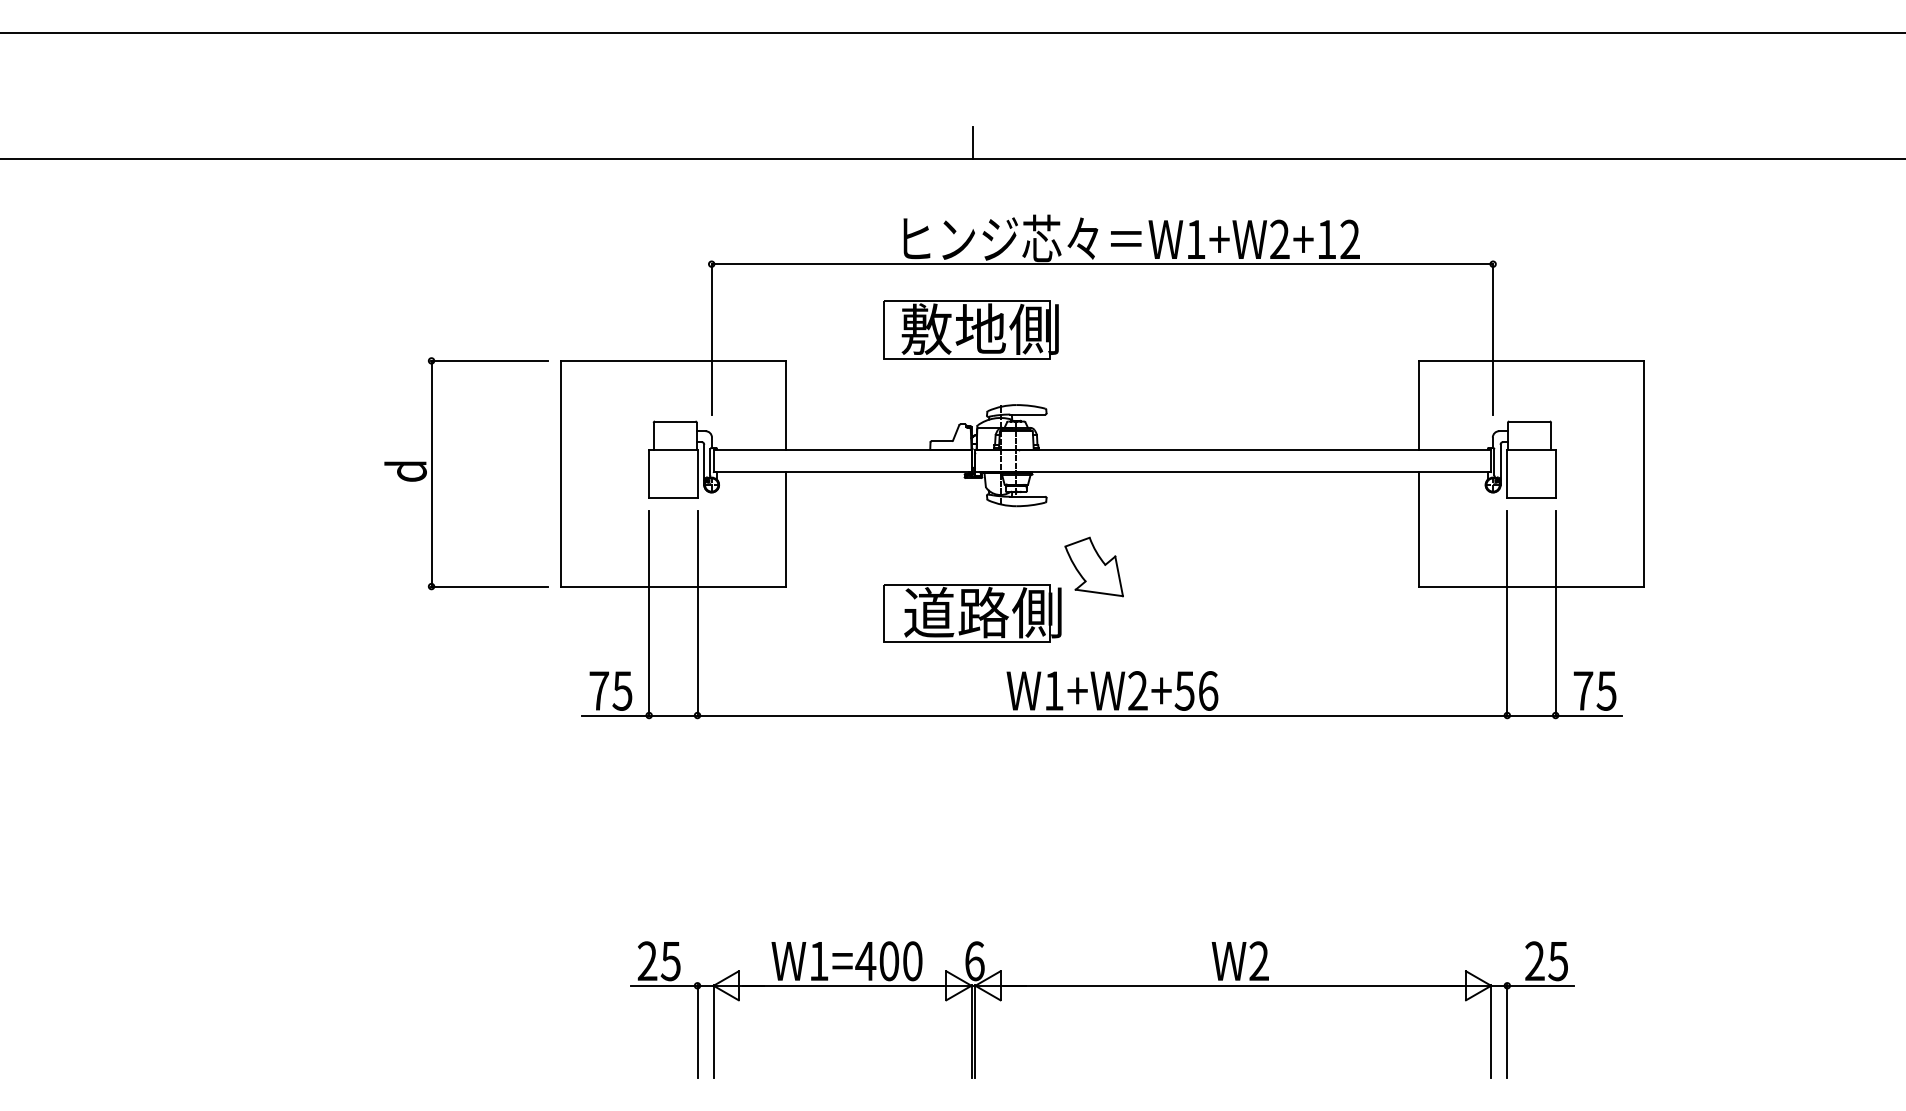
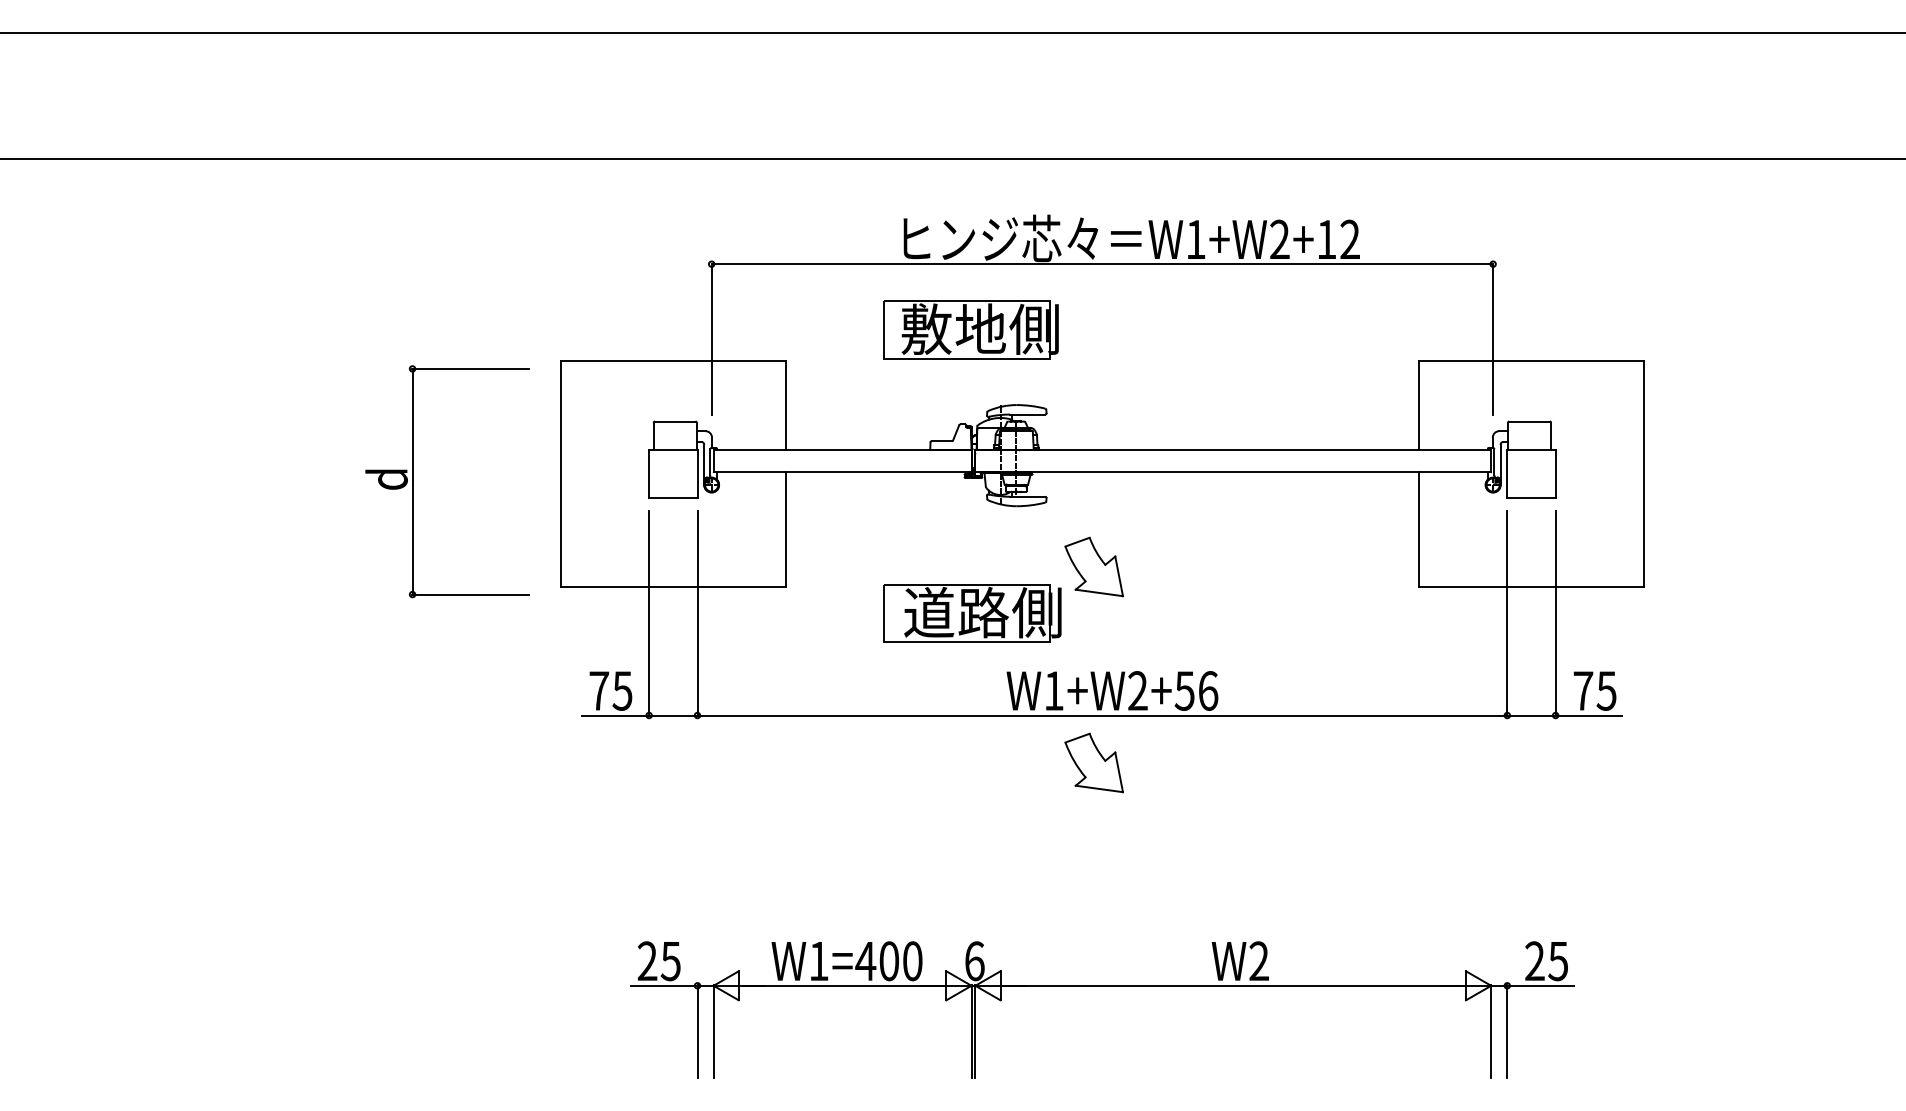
line at (973, 142): present -> none
part at (432, 473) position: (432, 473) -> (413, 481)
part at (1093, 762): none -> present
